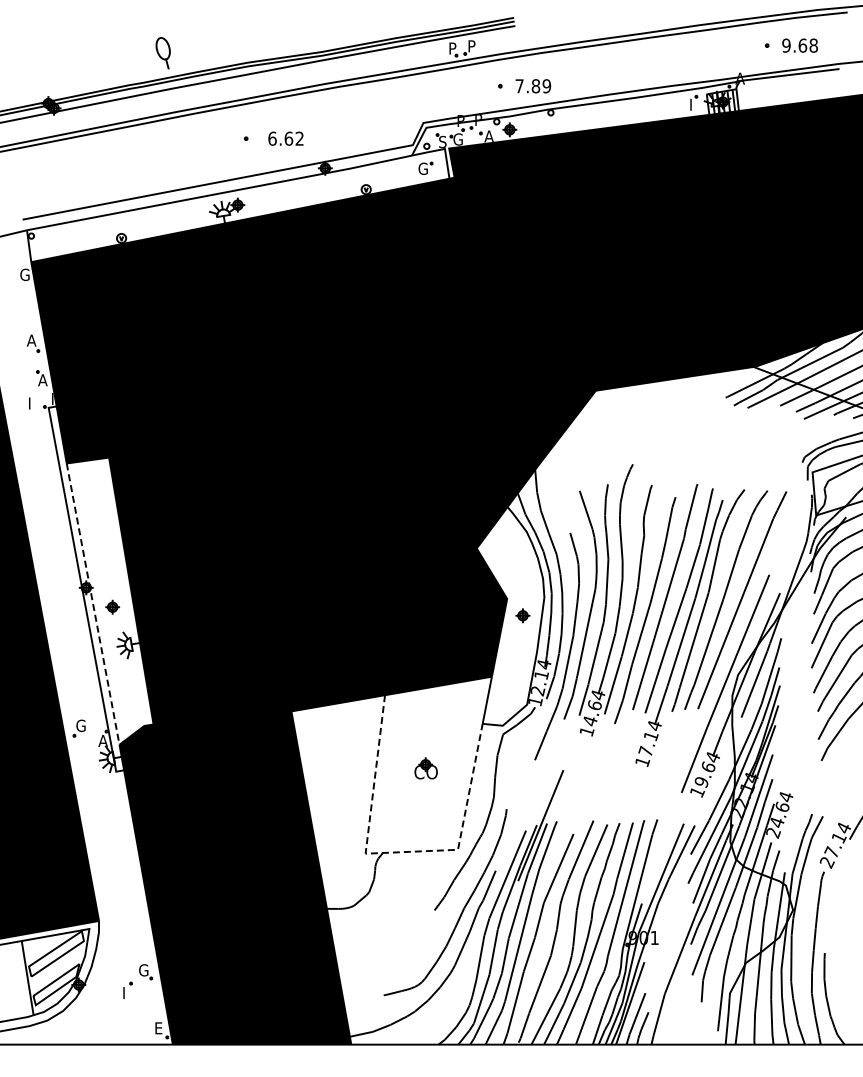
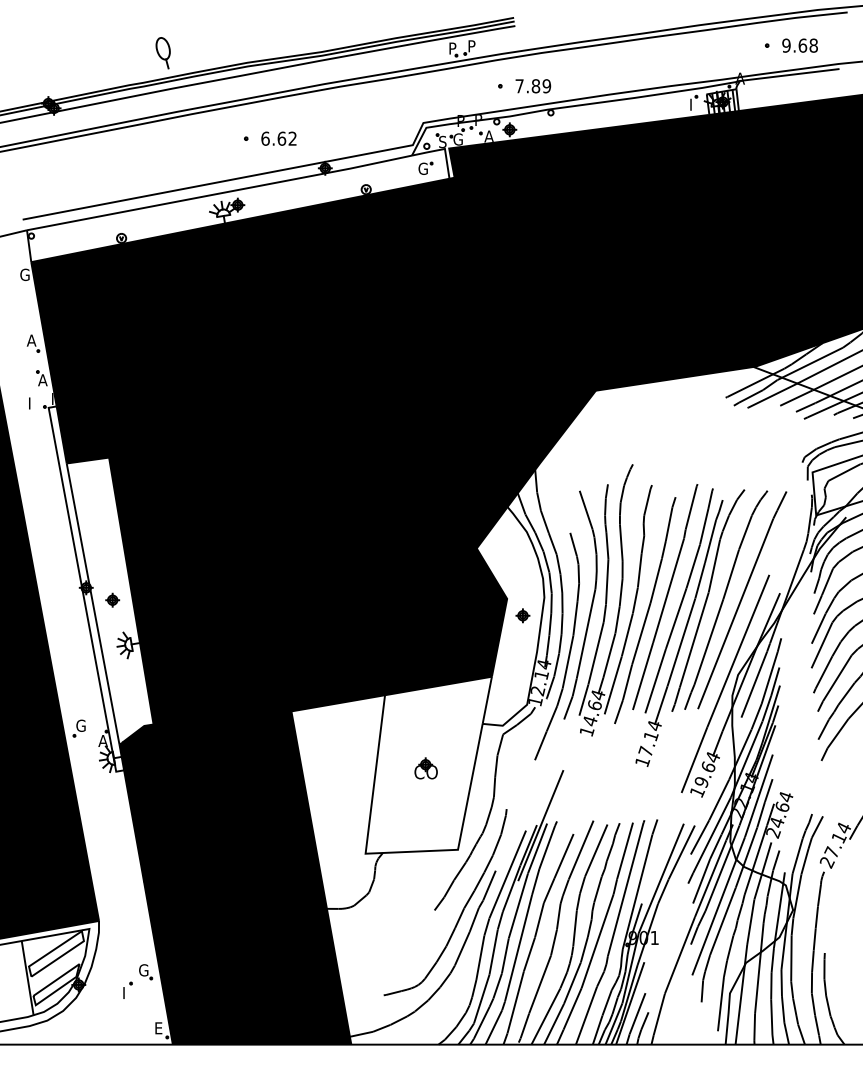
text at (285, 138) position: (285, 138) -> (278, 138)
line at (93, 604): dashed -> solid
part at (112, 606) position: (112, 606) -> (112, 599)
line at (396, 852): dashed -> solid
